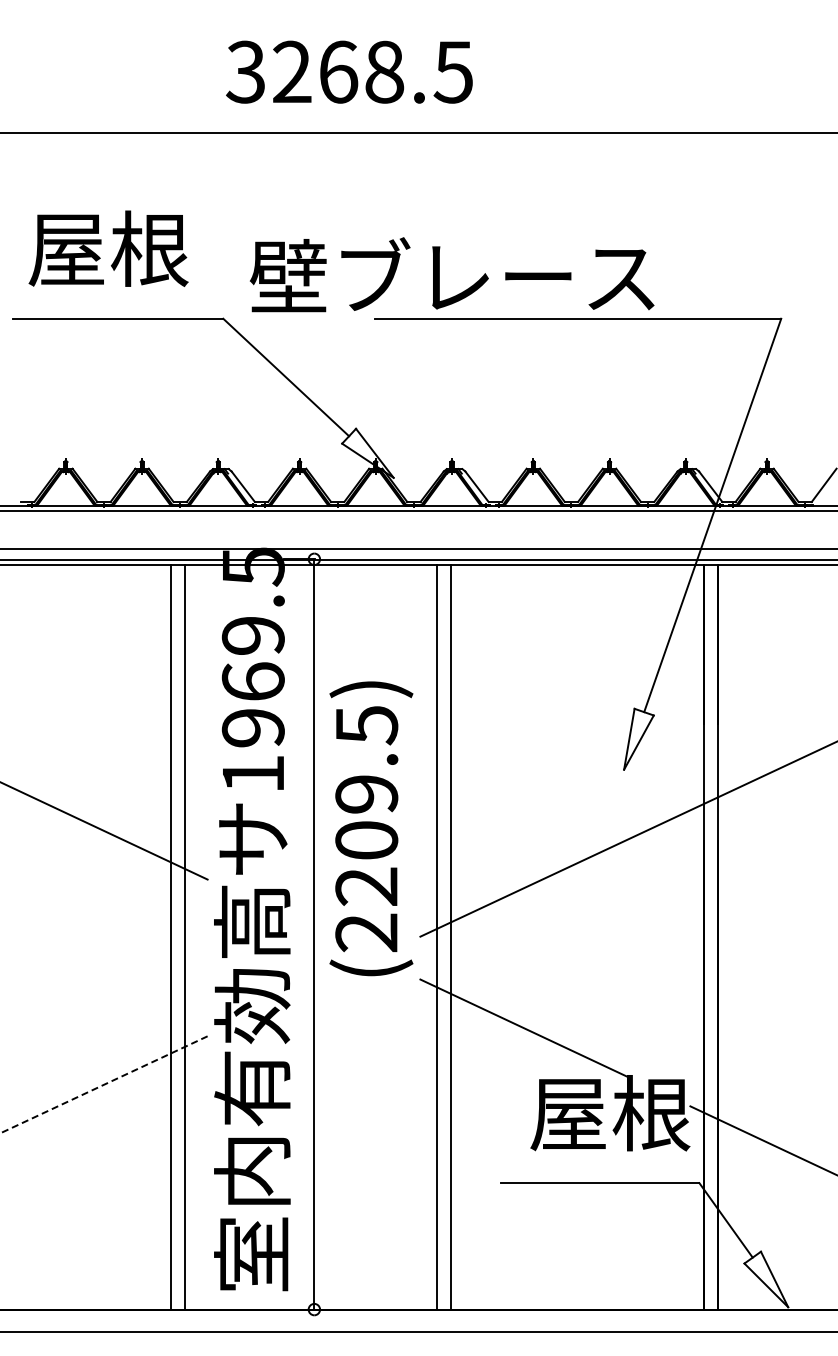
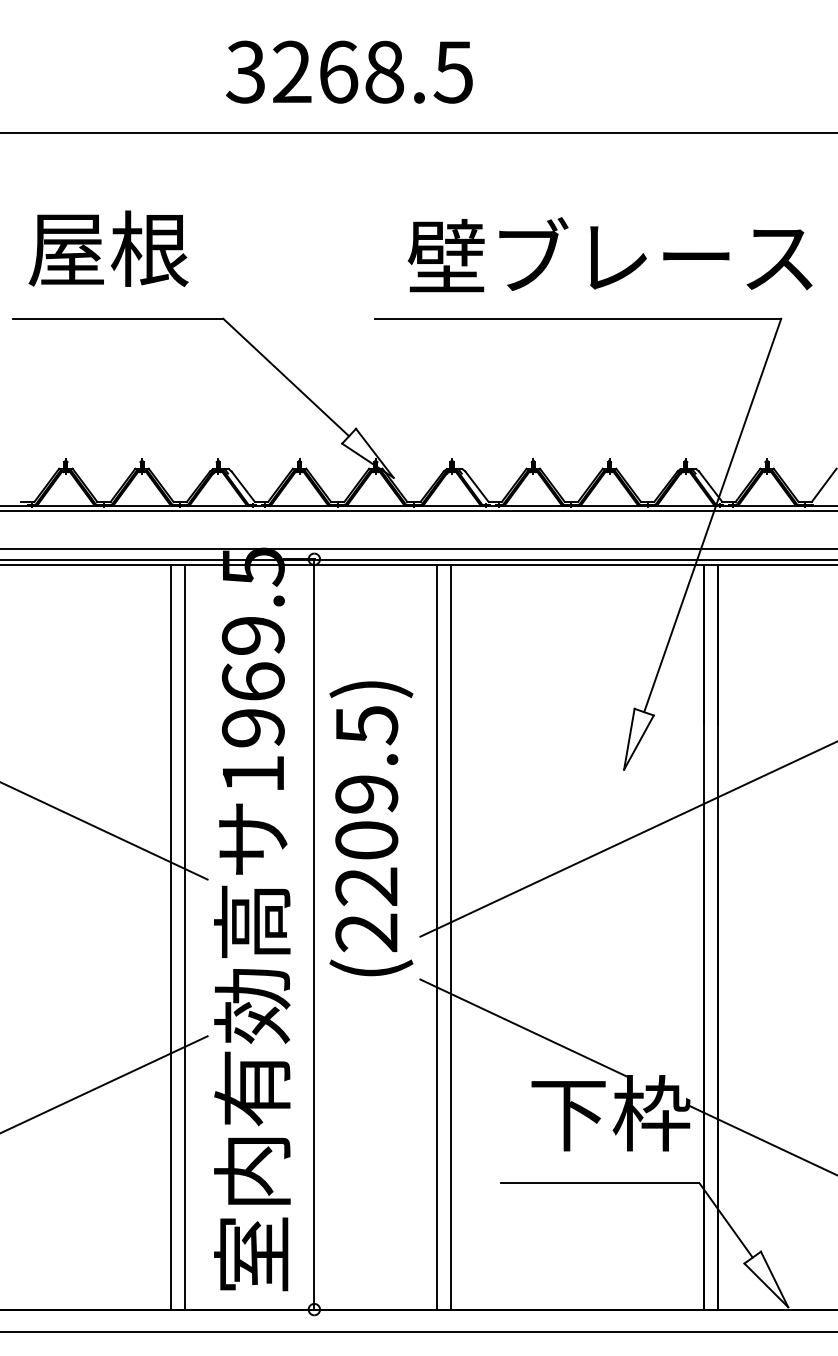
text at (451, 274) position: (451, 274) -> (609, 254)
line at (103, 1085): dashed -> solid
text at (610, 1113): 屋根 -> 下枠
